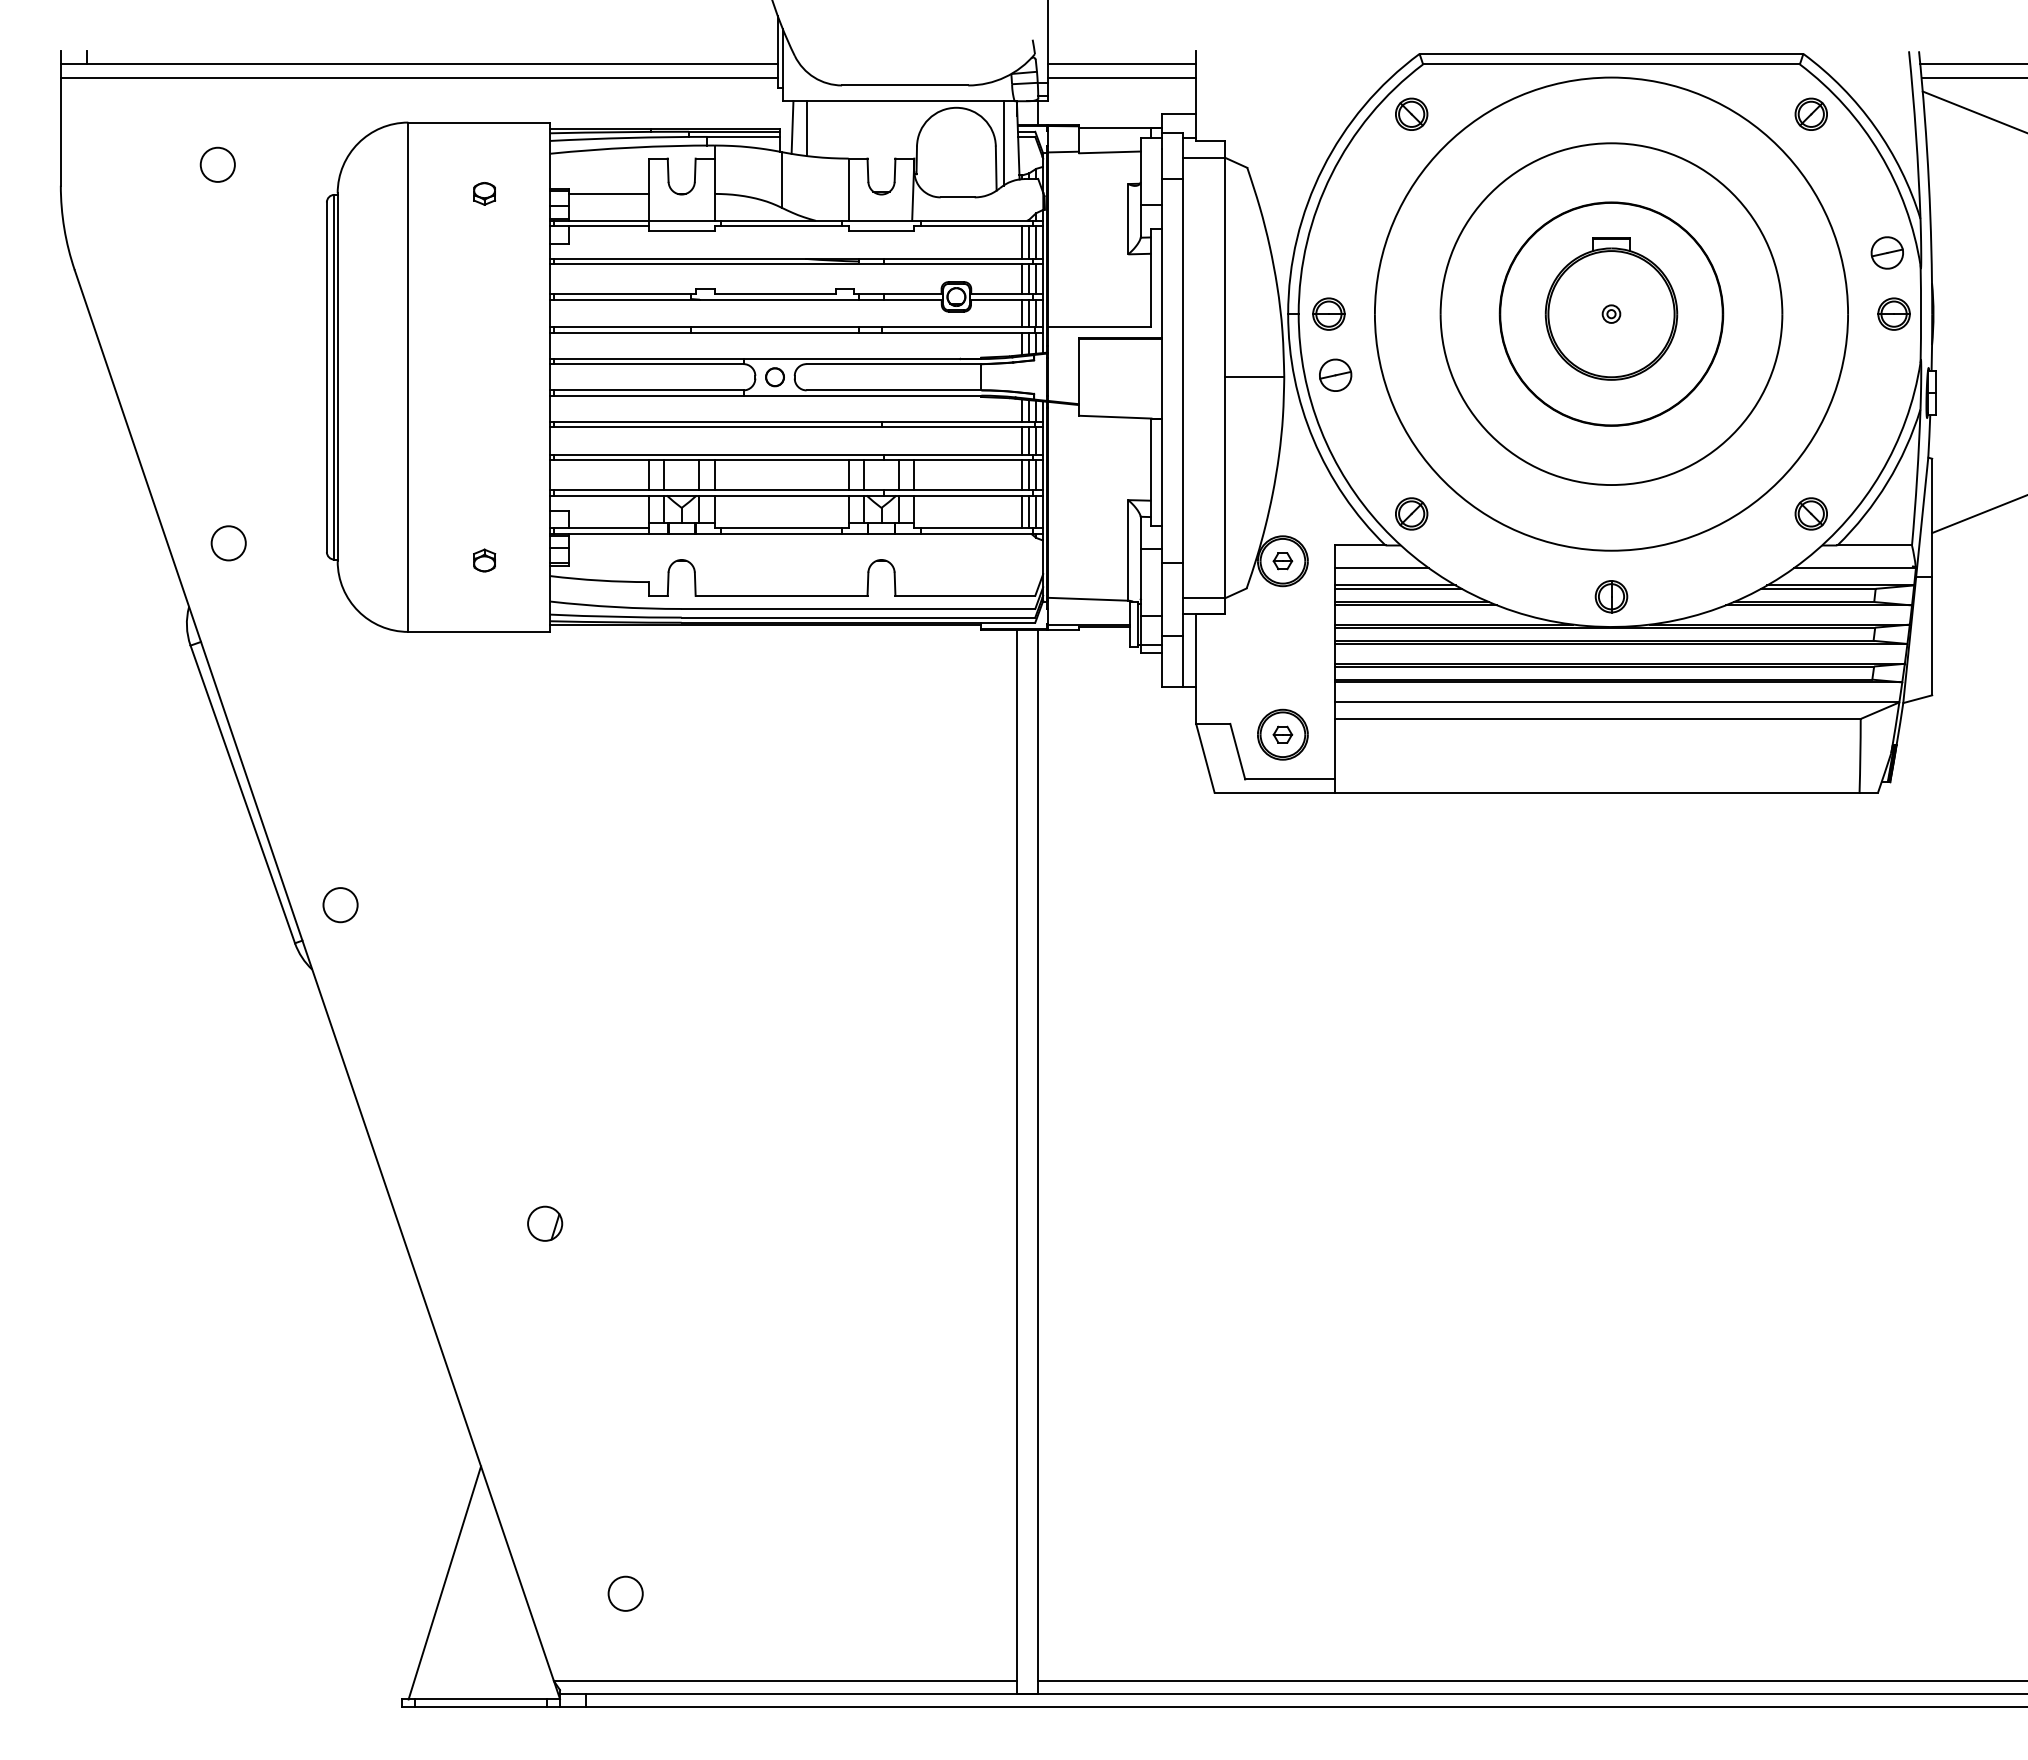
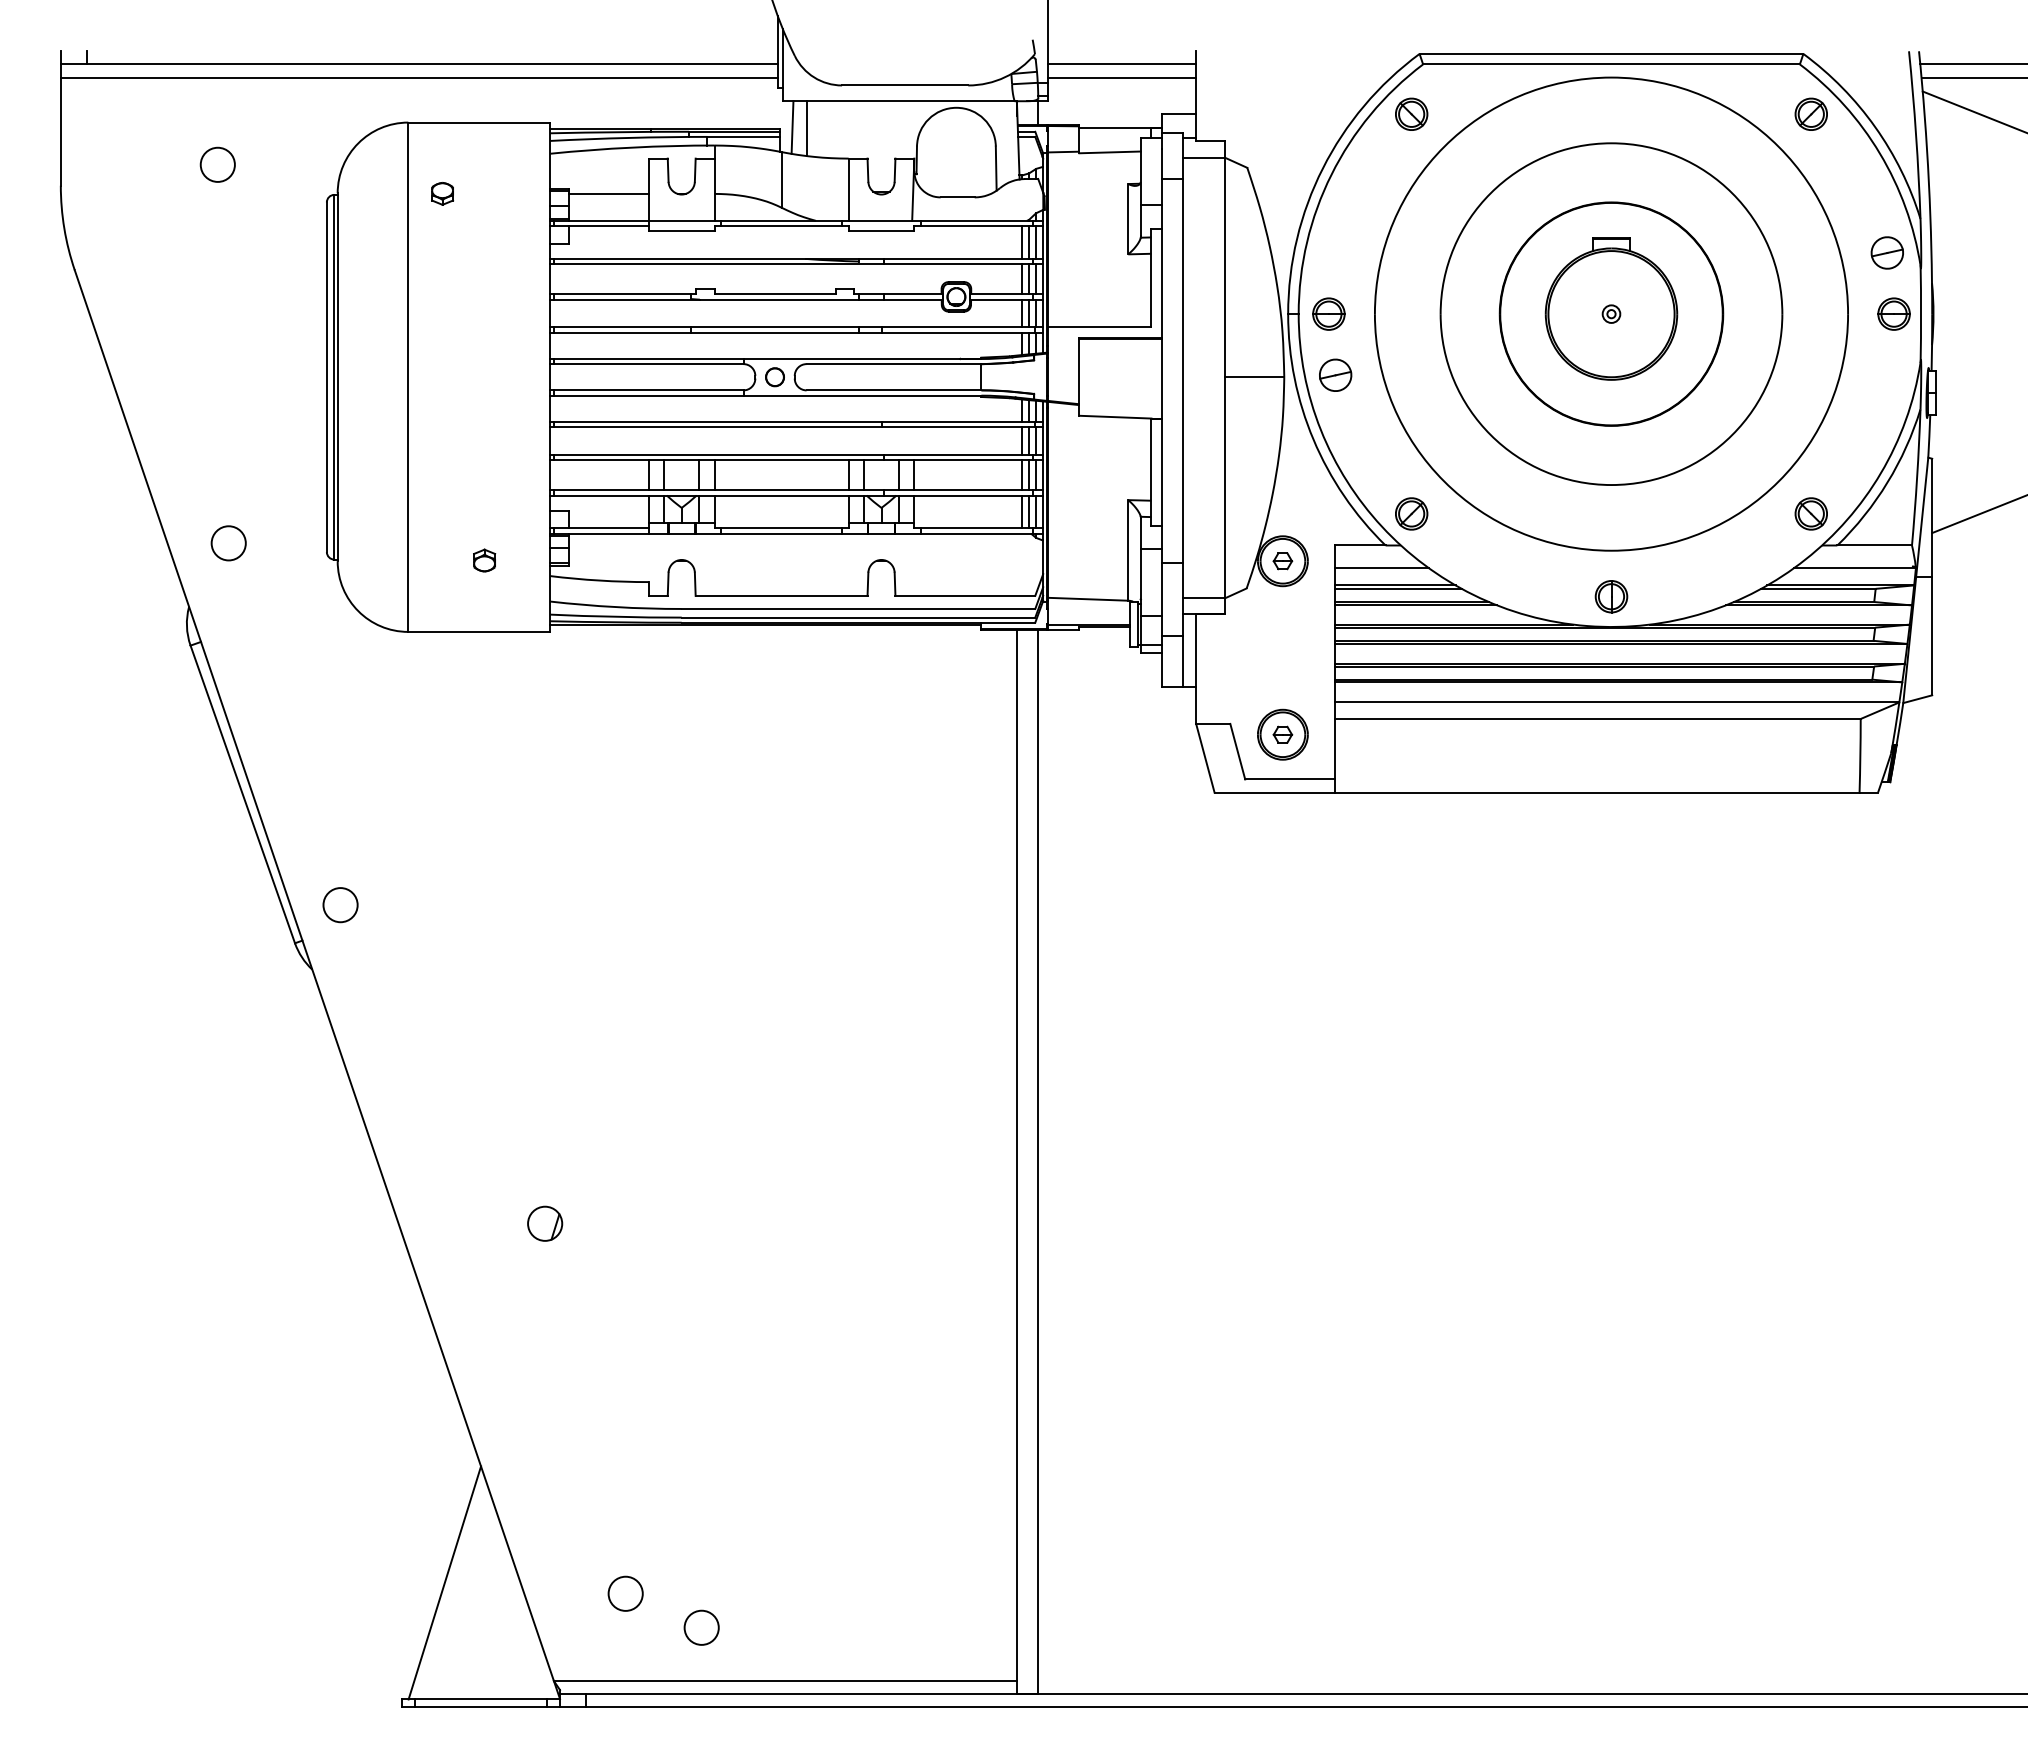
line at (1003, 143): present -> none
part at (484, 193) position: (484, 193) -> (442, 193)
circle at (701, 1627): none -> present
line at (1531, 1681): present -> none
